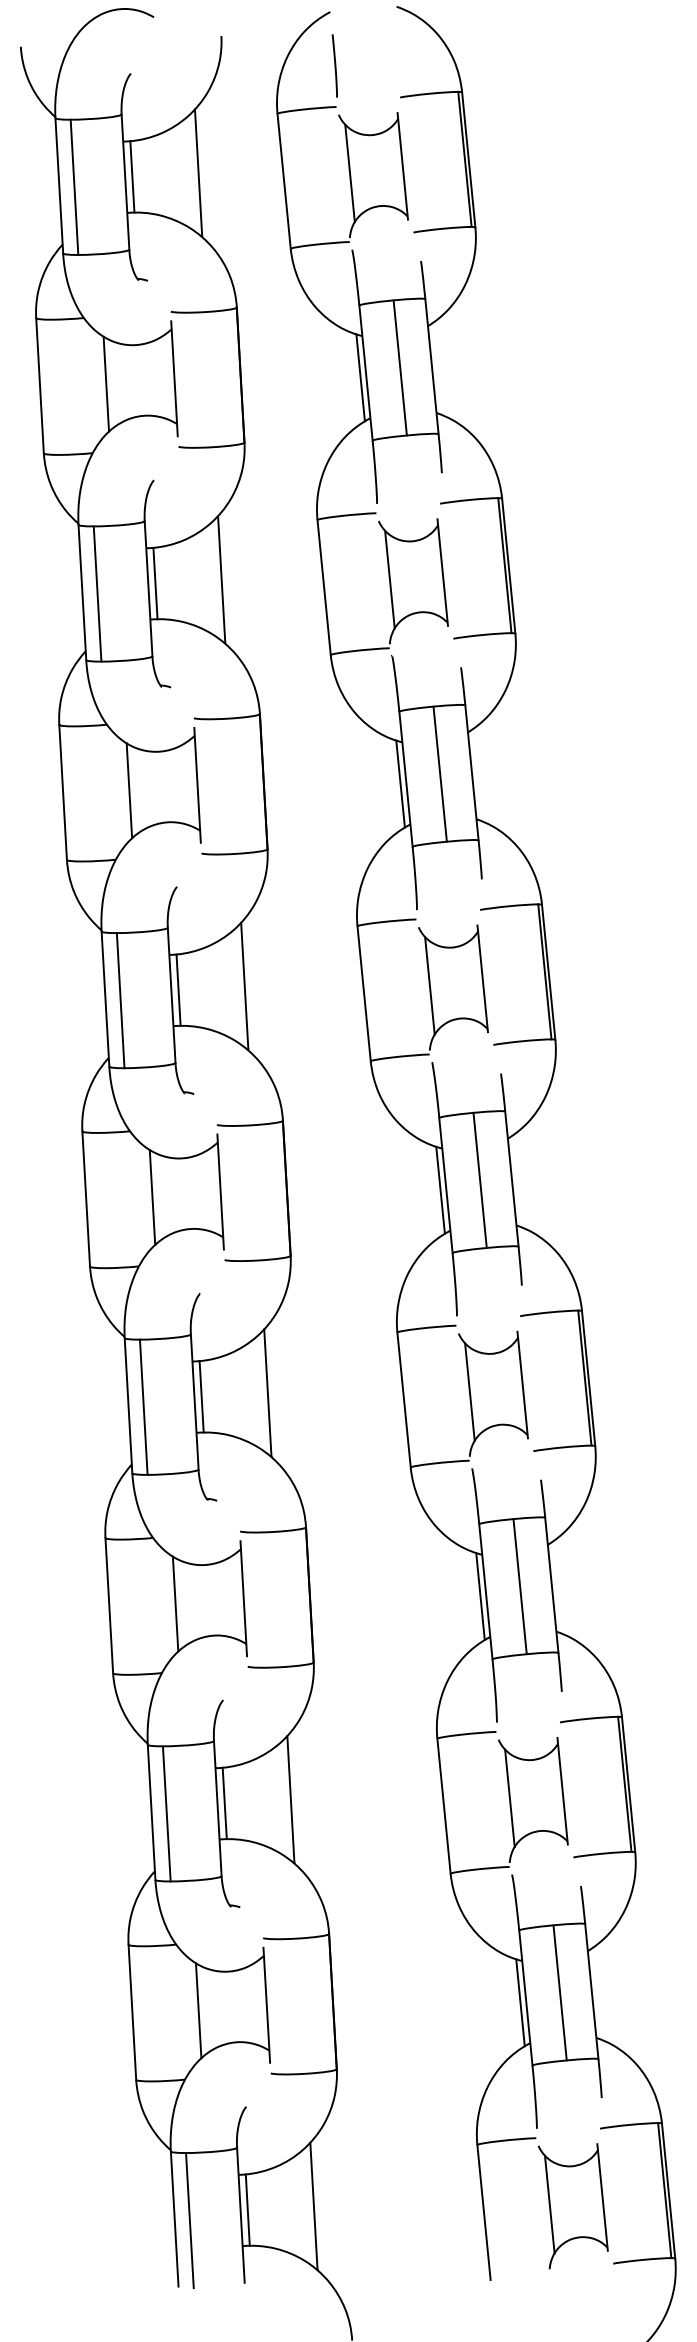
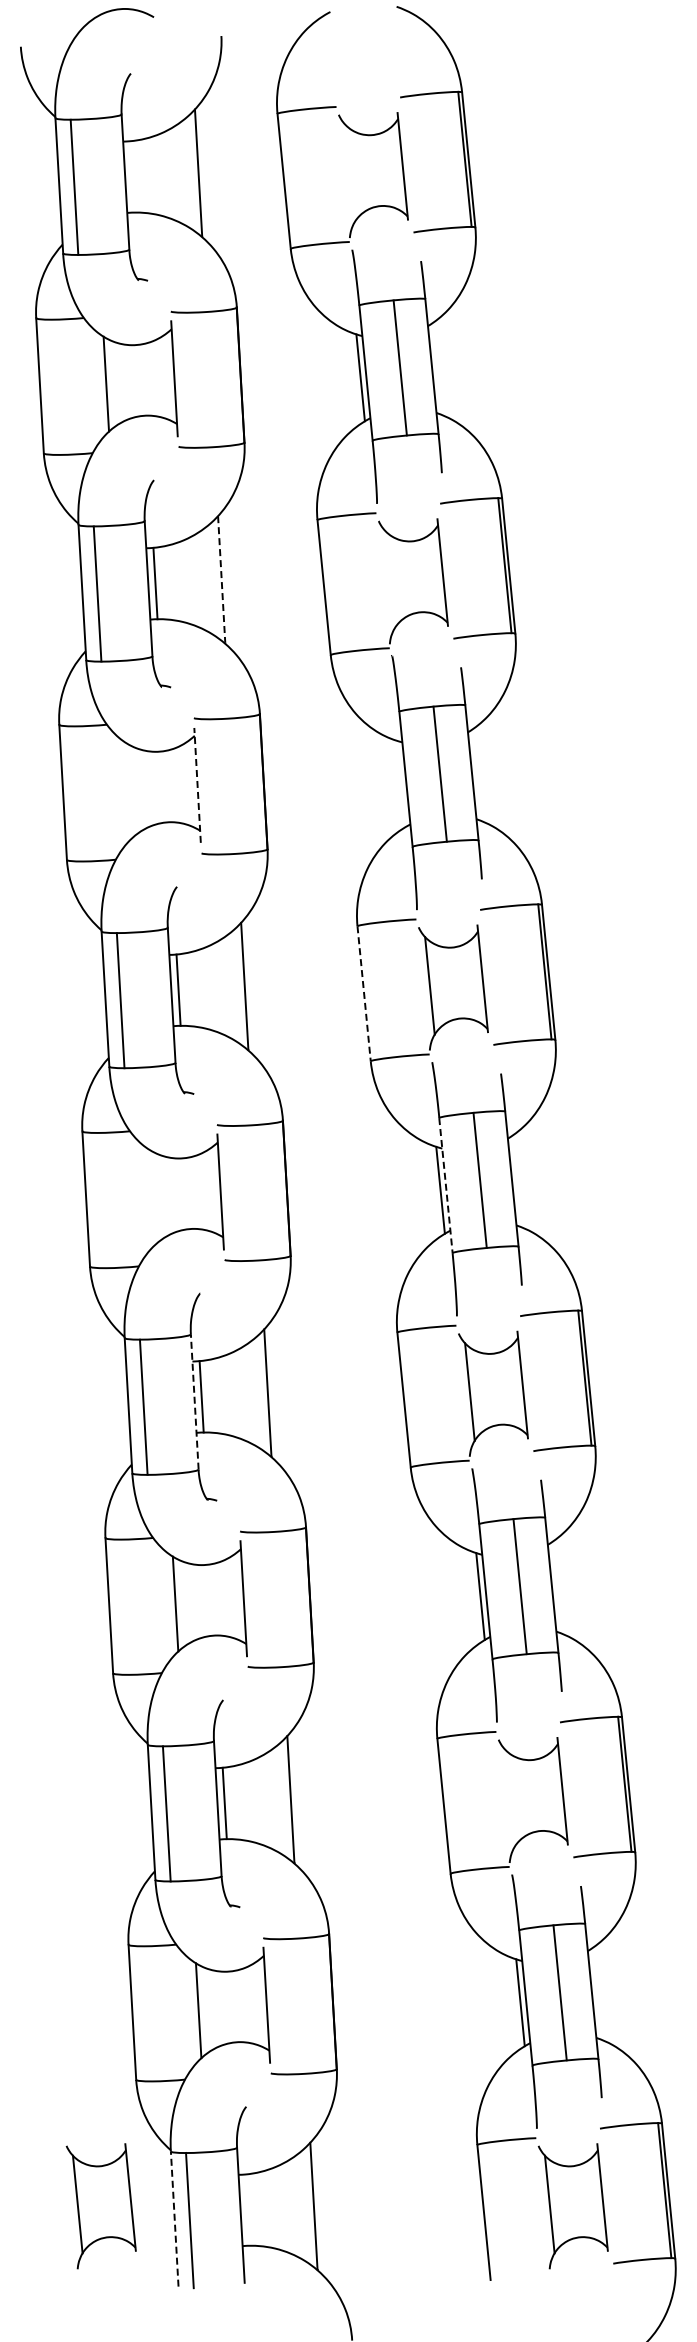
line at (334, 65): present -> none
line at (349, 173): present -> none
line at (132, 176): present -> none
line at (221, 579): solid -> dashed
line at (389, 579): present -> none
line at (400, 783): present -> none
line at (197, 785): solid -> dashed
line at (129, 790): present -> none
line at (364, 993): solid -> dashed
line at (445, 1185): solid -> dashed
line at (152, 1197): present -> none
line at (194, 1402): solid -> dashed
line at (509, 1798): present -> none
part at (100, 2206): none -> present
line at (247, 2209): present -> none
line at (174, 2219): solid -> dashed
